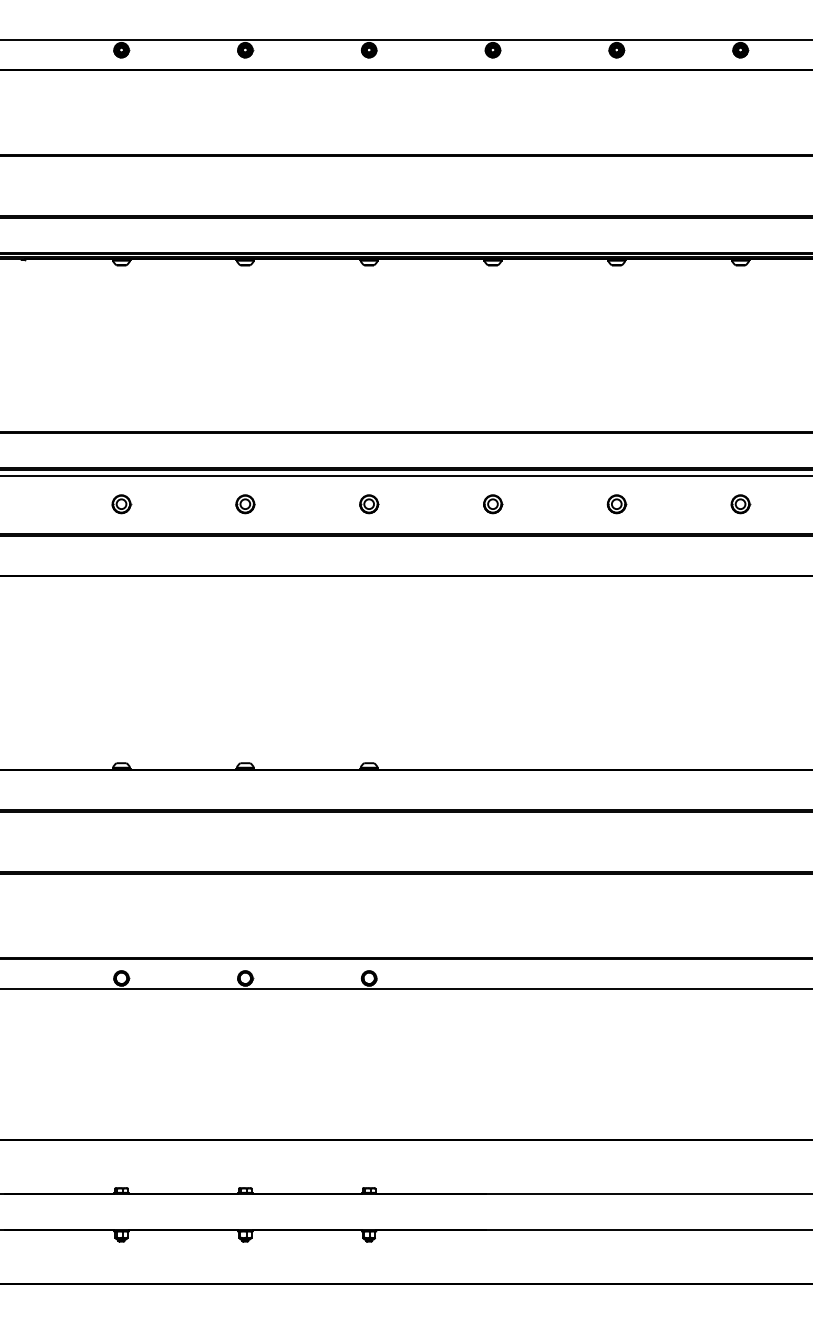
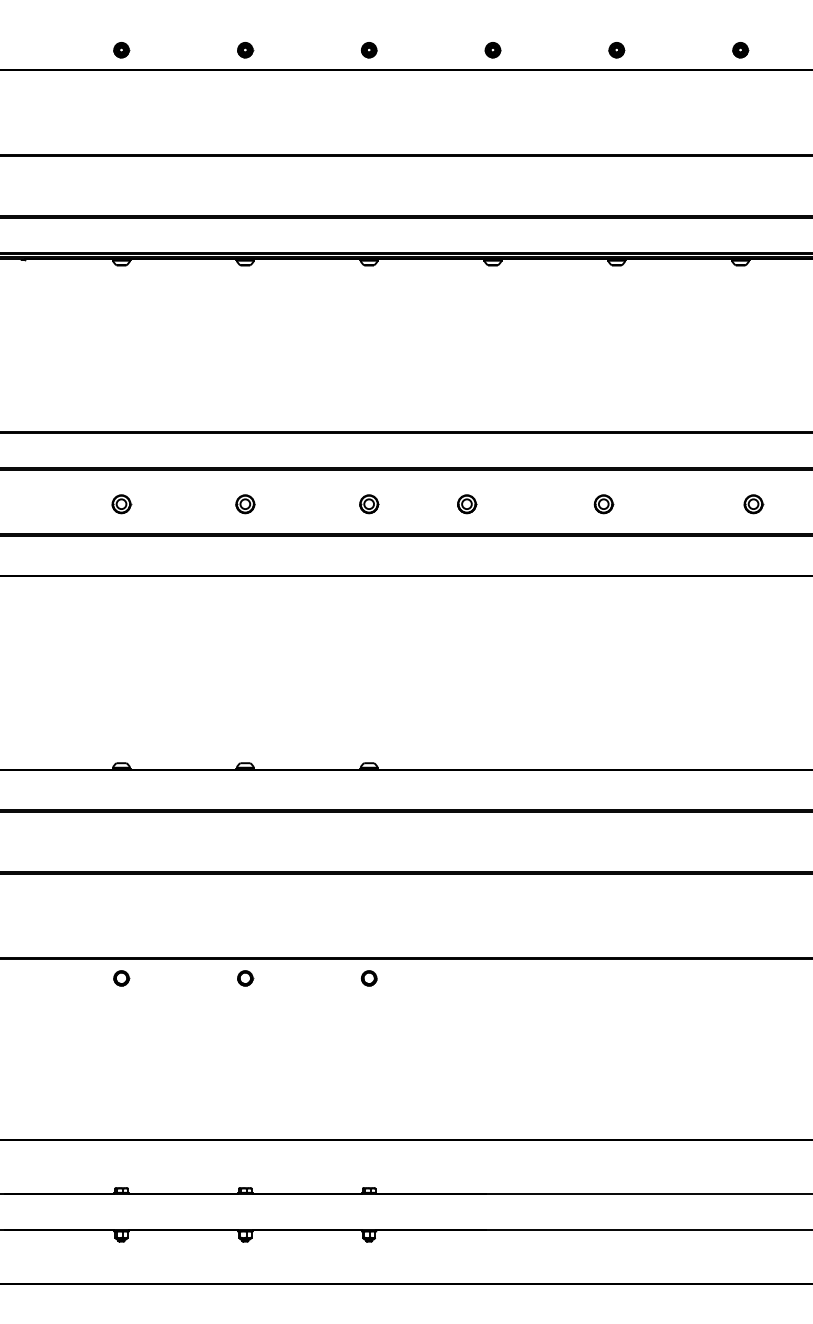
line at (405, 39): present -> none
line at (405, 475): present -> none
part at (493, 504) position: (493, 504) -> (467, 504)
part at (616, 504) position: (616, 504) -> (603, 504)
part at (740, 504) position: (740, 504) -> (753, 504)
line at (405, 988): present -> none
